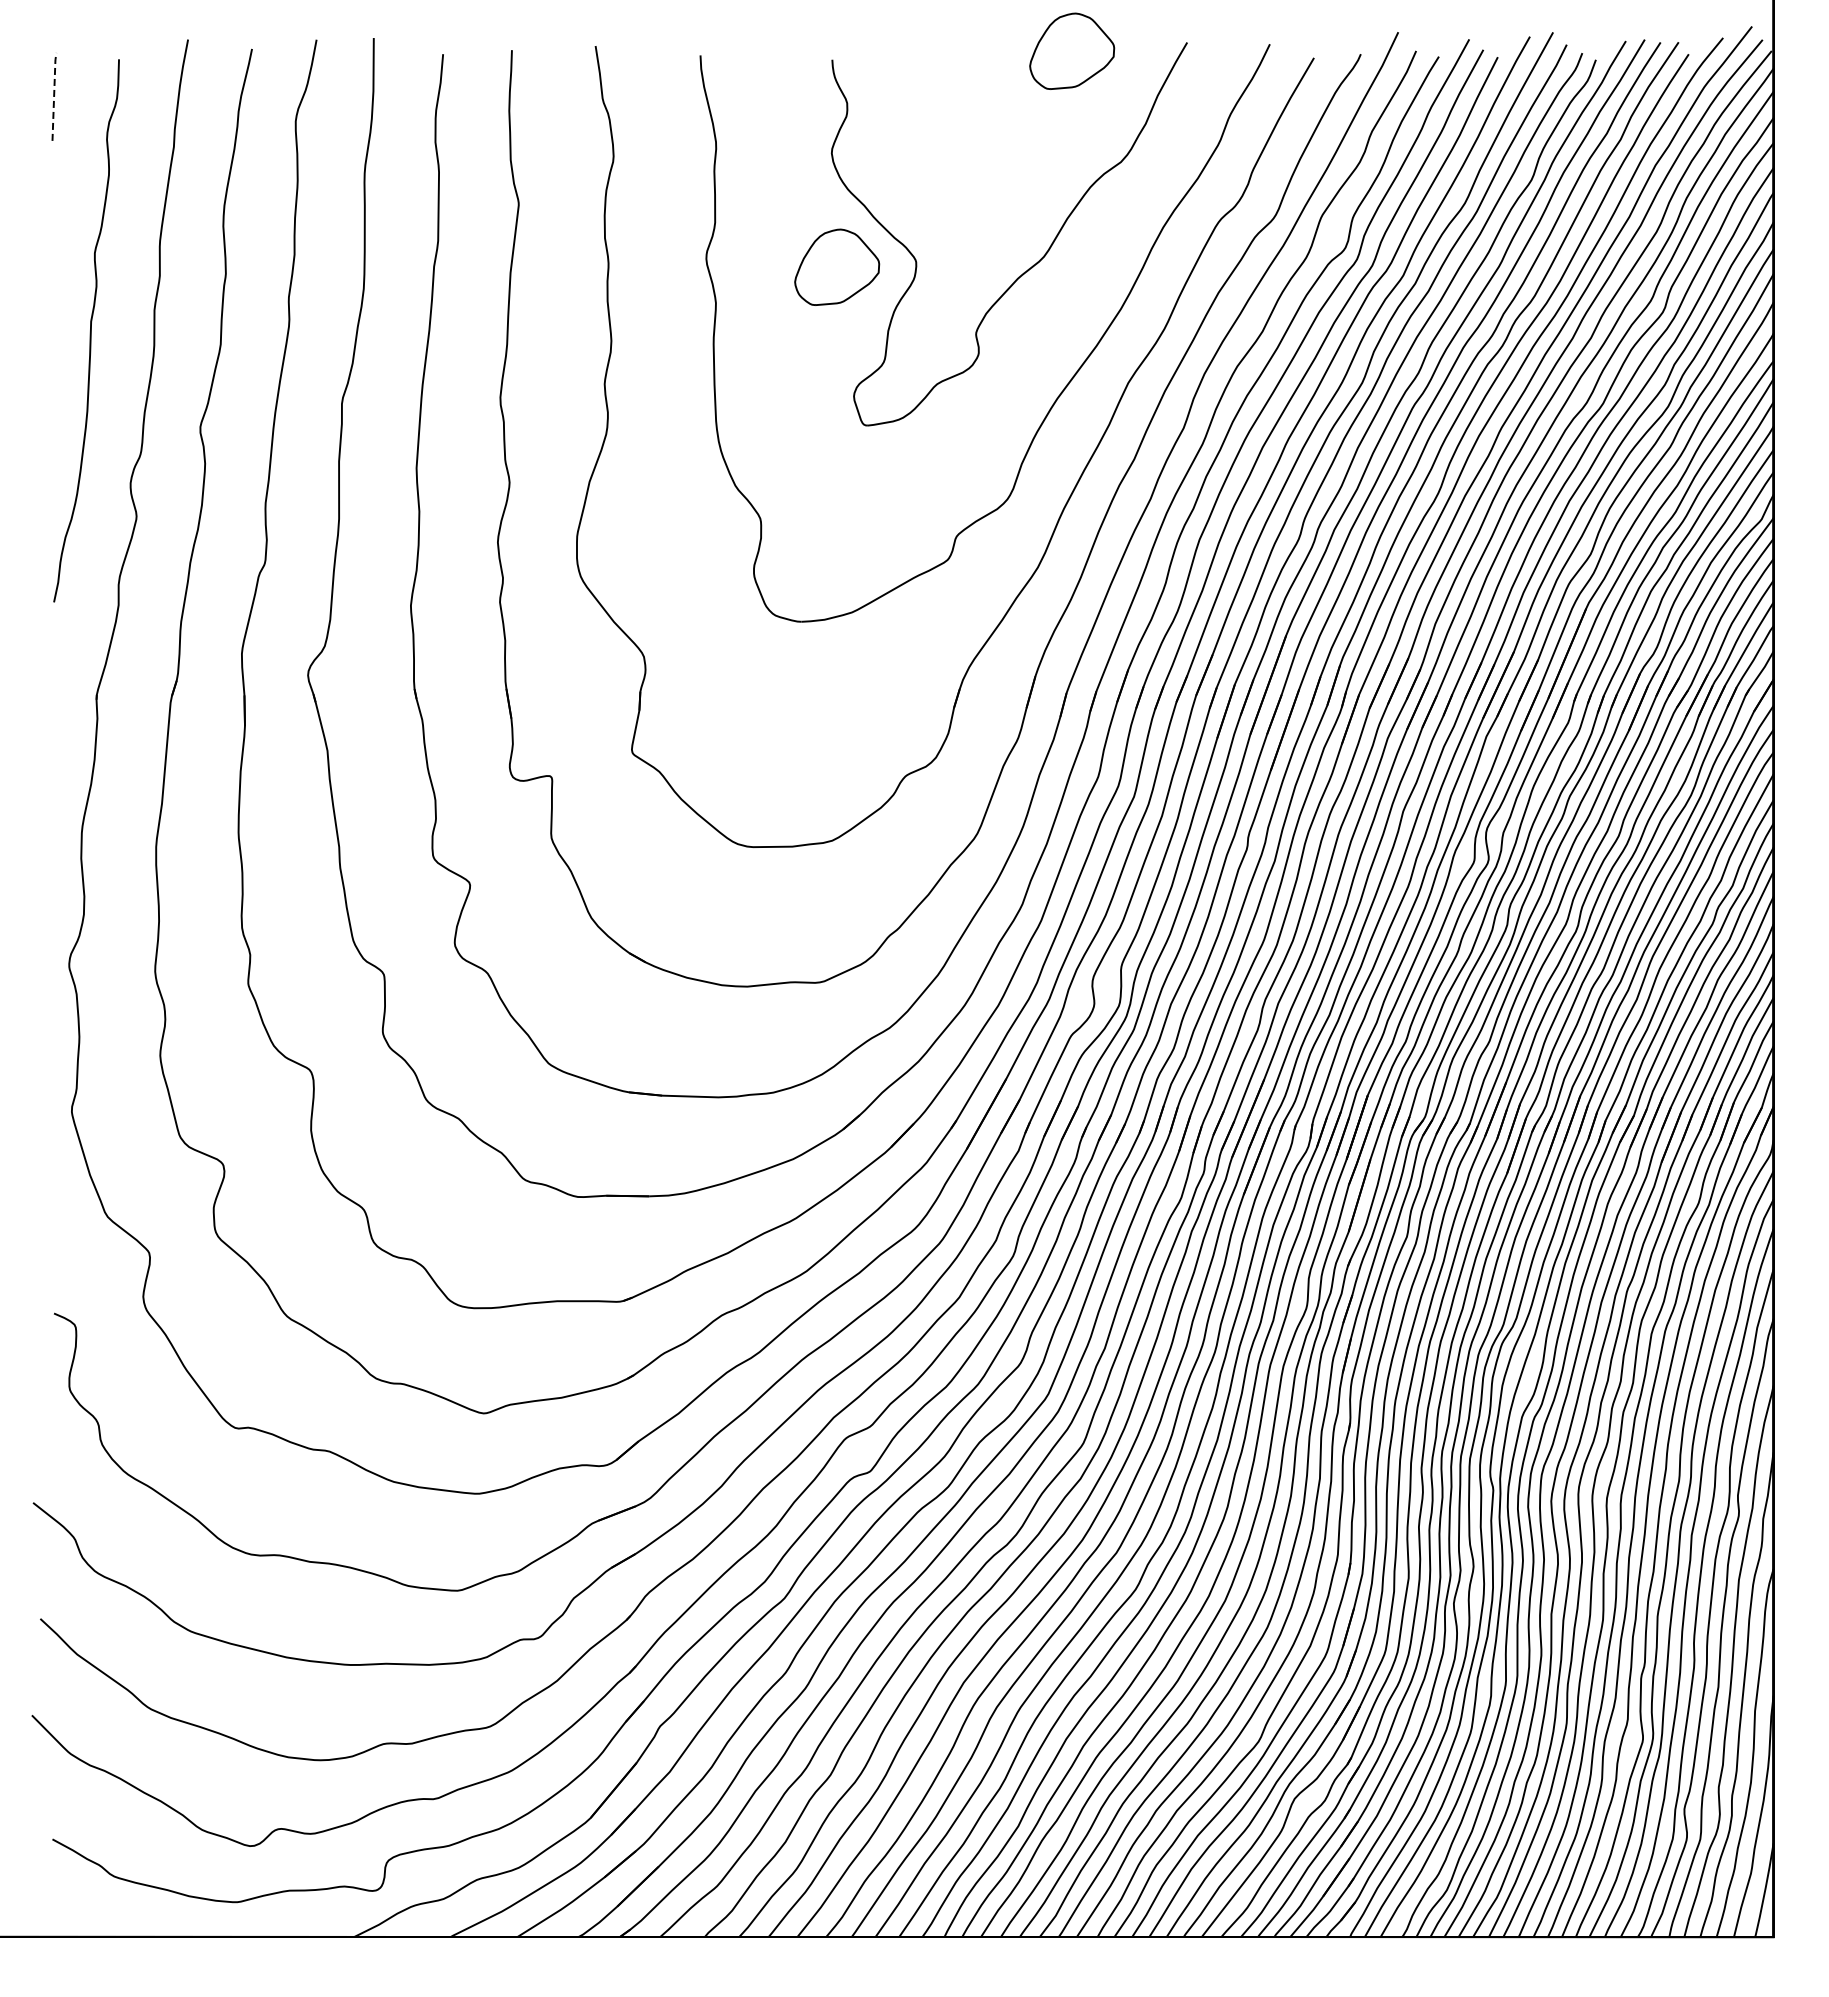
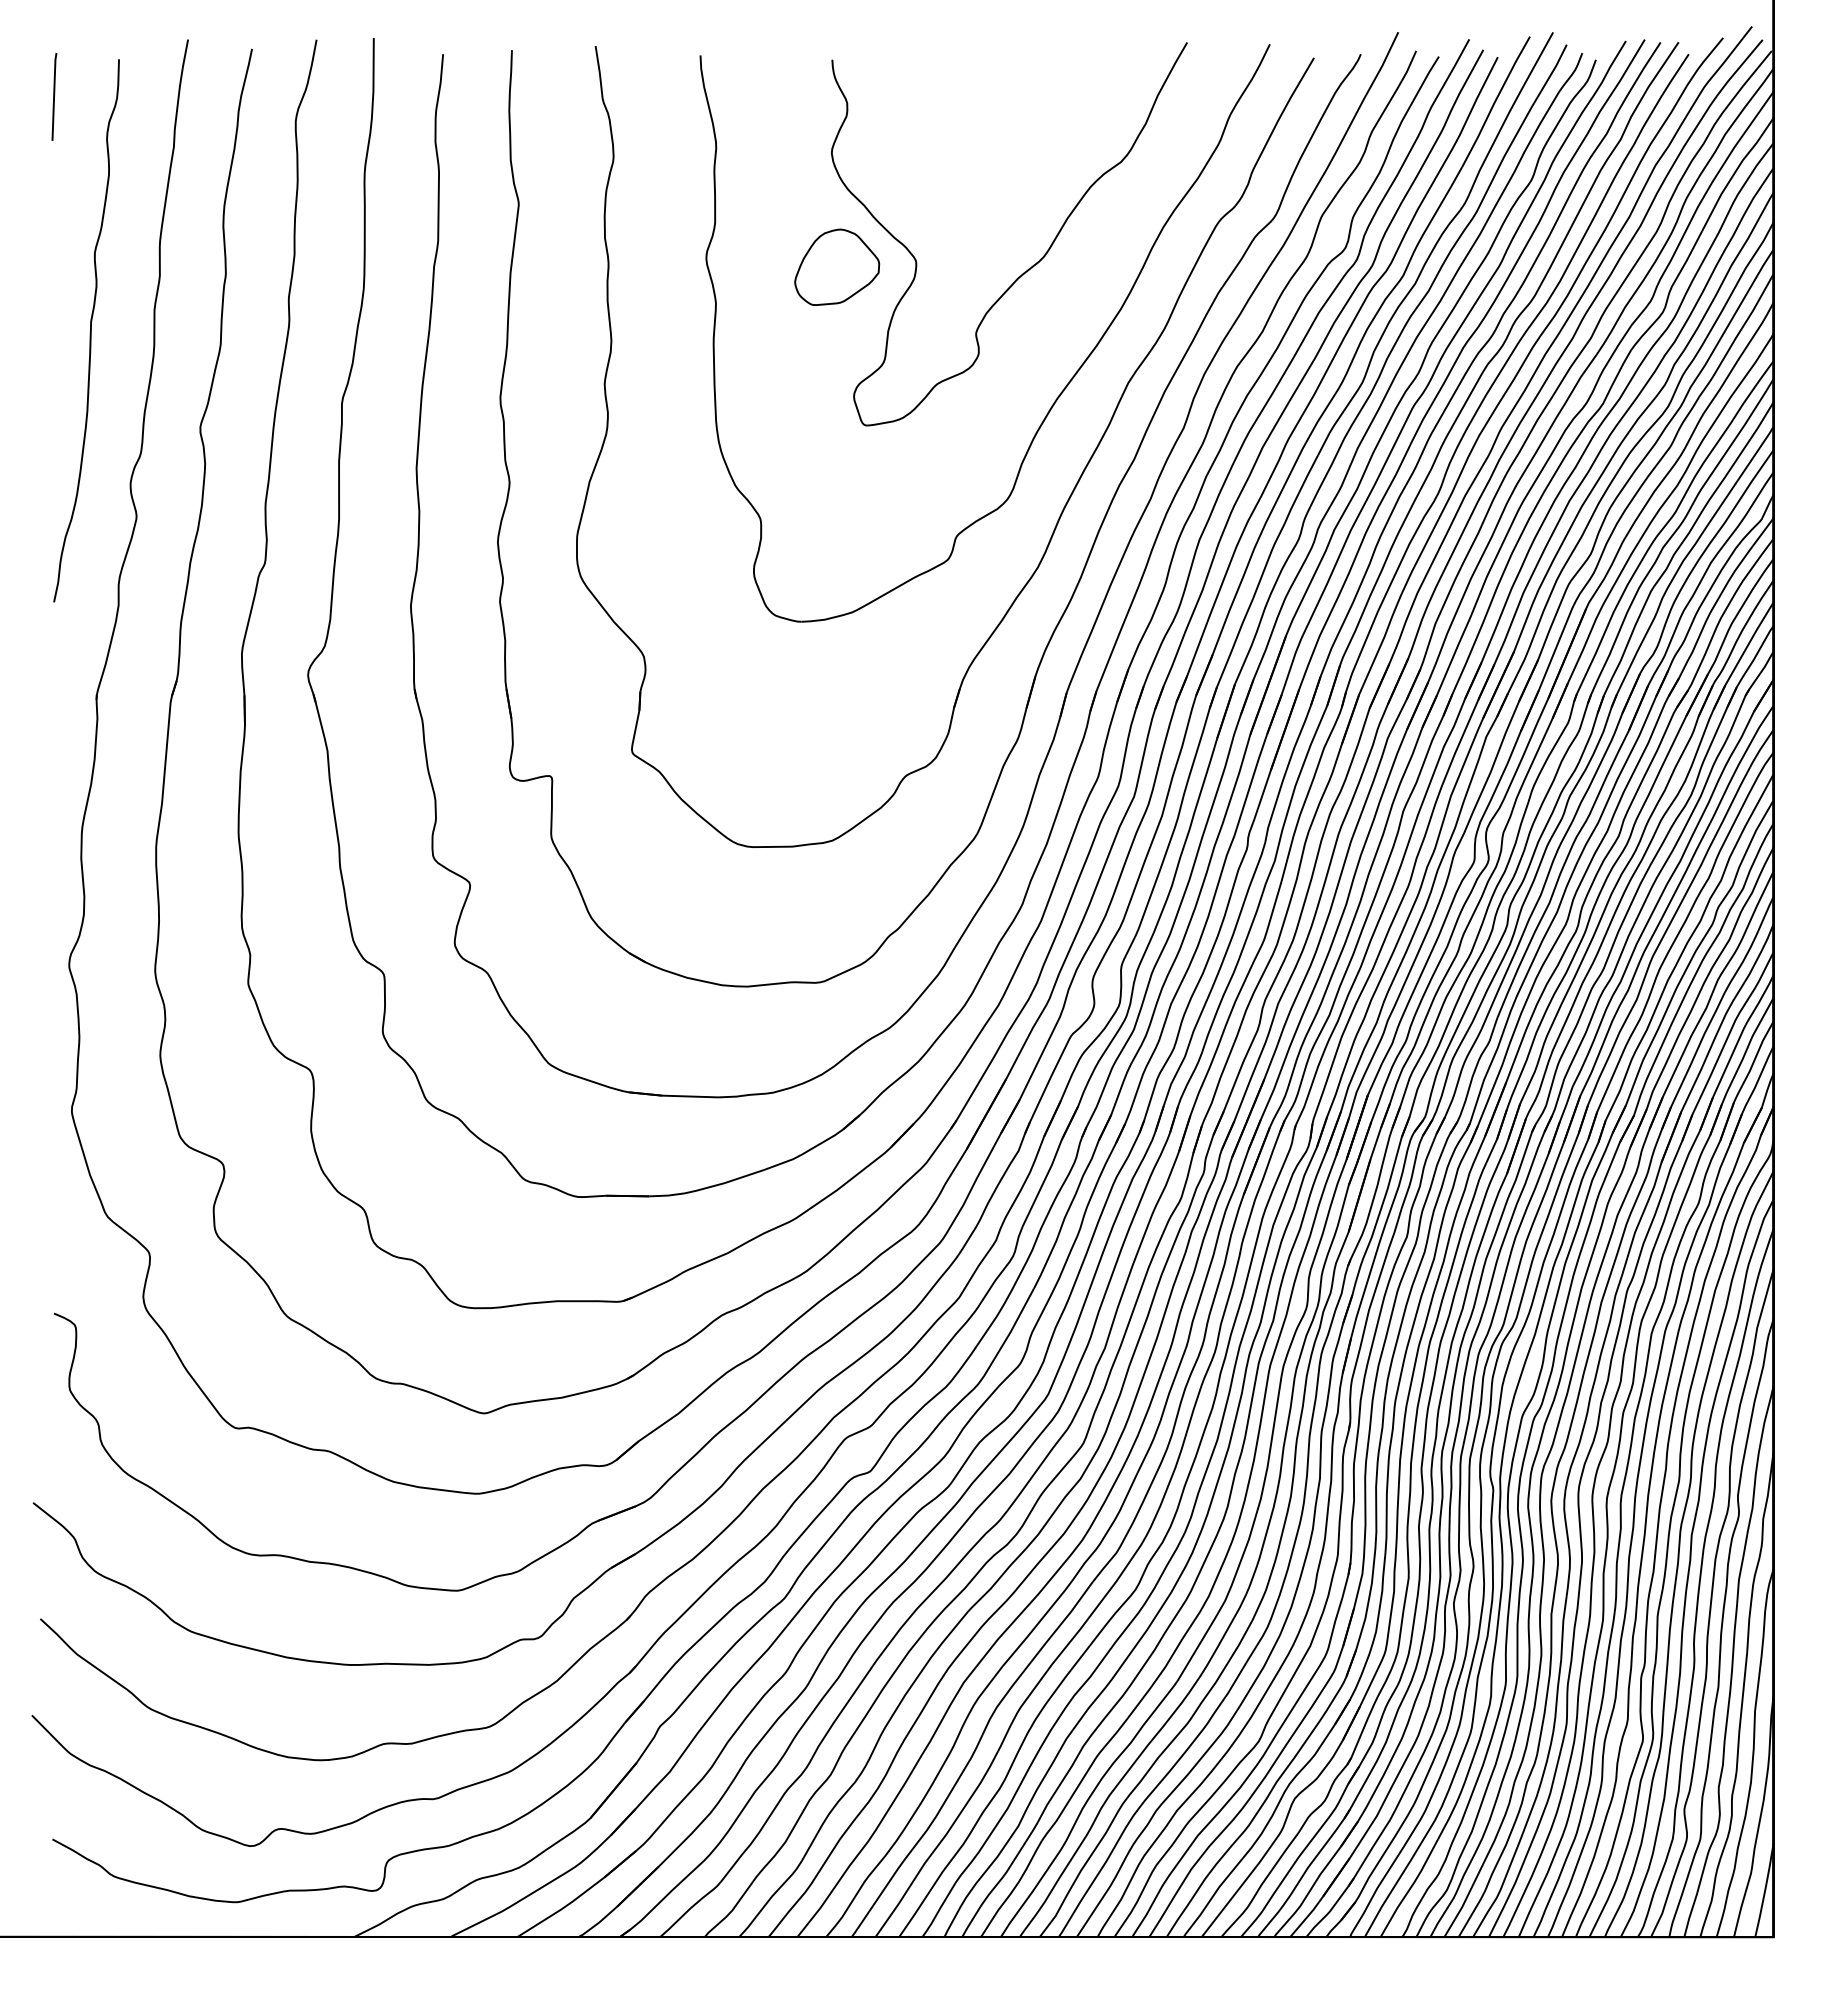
part at (1072, 50): present -> none
line at (54, 95): dashed -> solid
